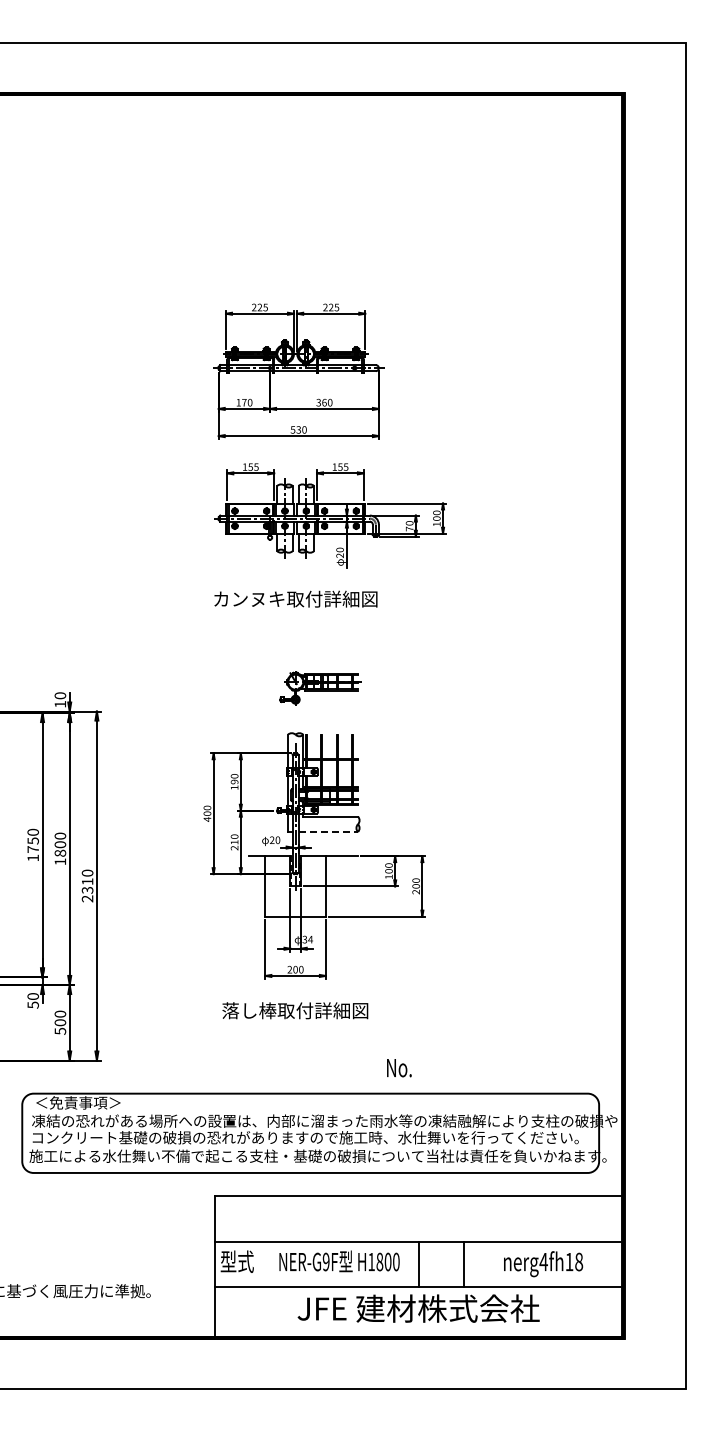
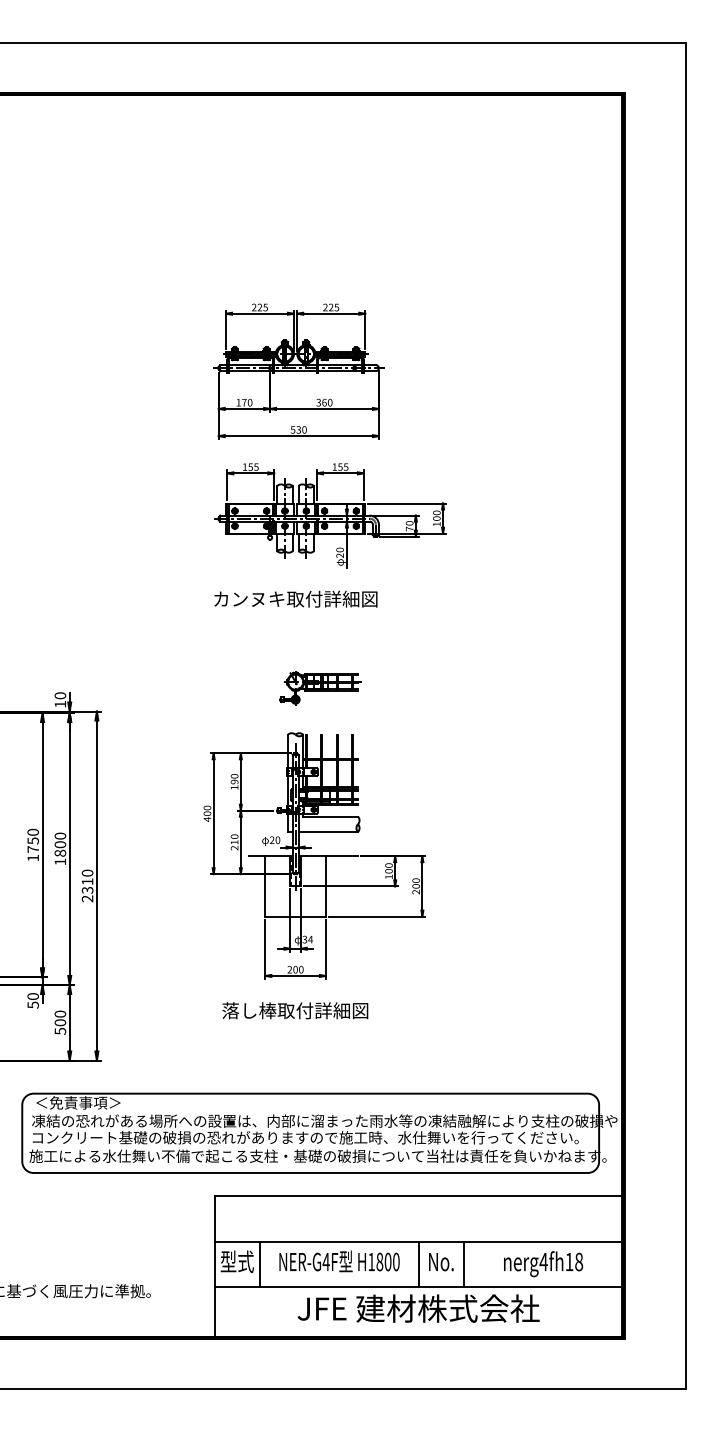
line at (328, 831): dashed -> solid
text at (399, 1068) position: (399, 1068) -> (441, 1262)
text at (325, 1261): NER-G9F -> NER-G4F
line at (259, 1264): none -> present
